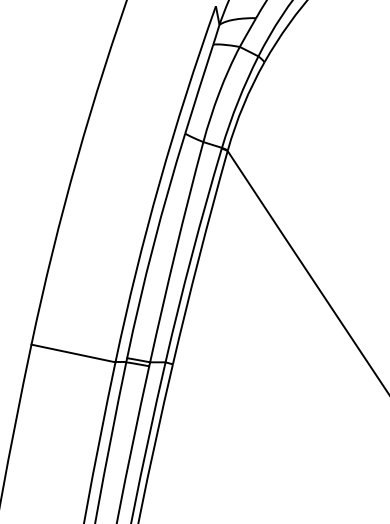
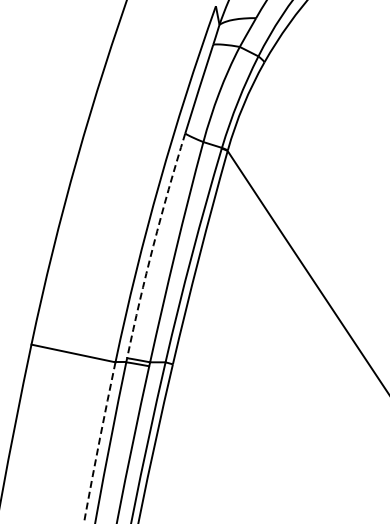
arc at (153, 245): solid -> dashed
arc at (99, 442): solid -> dashed
